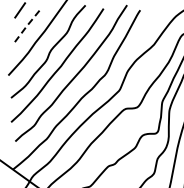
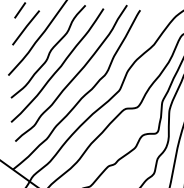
line at (26, 27): dashed -> solid
